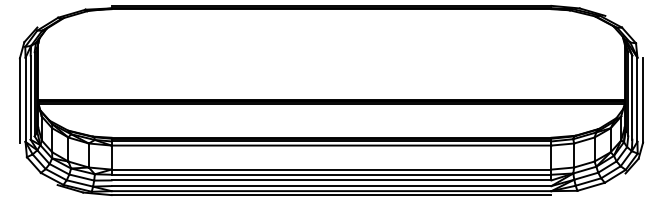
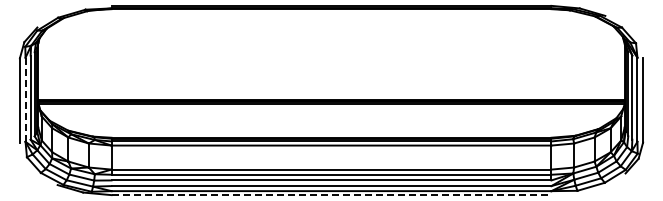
line at (25, 99): solid -> dashed
line at (331, 195): solid -> dashed
